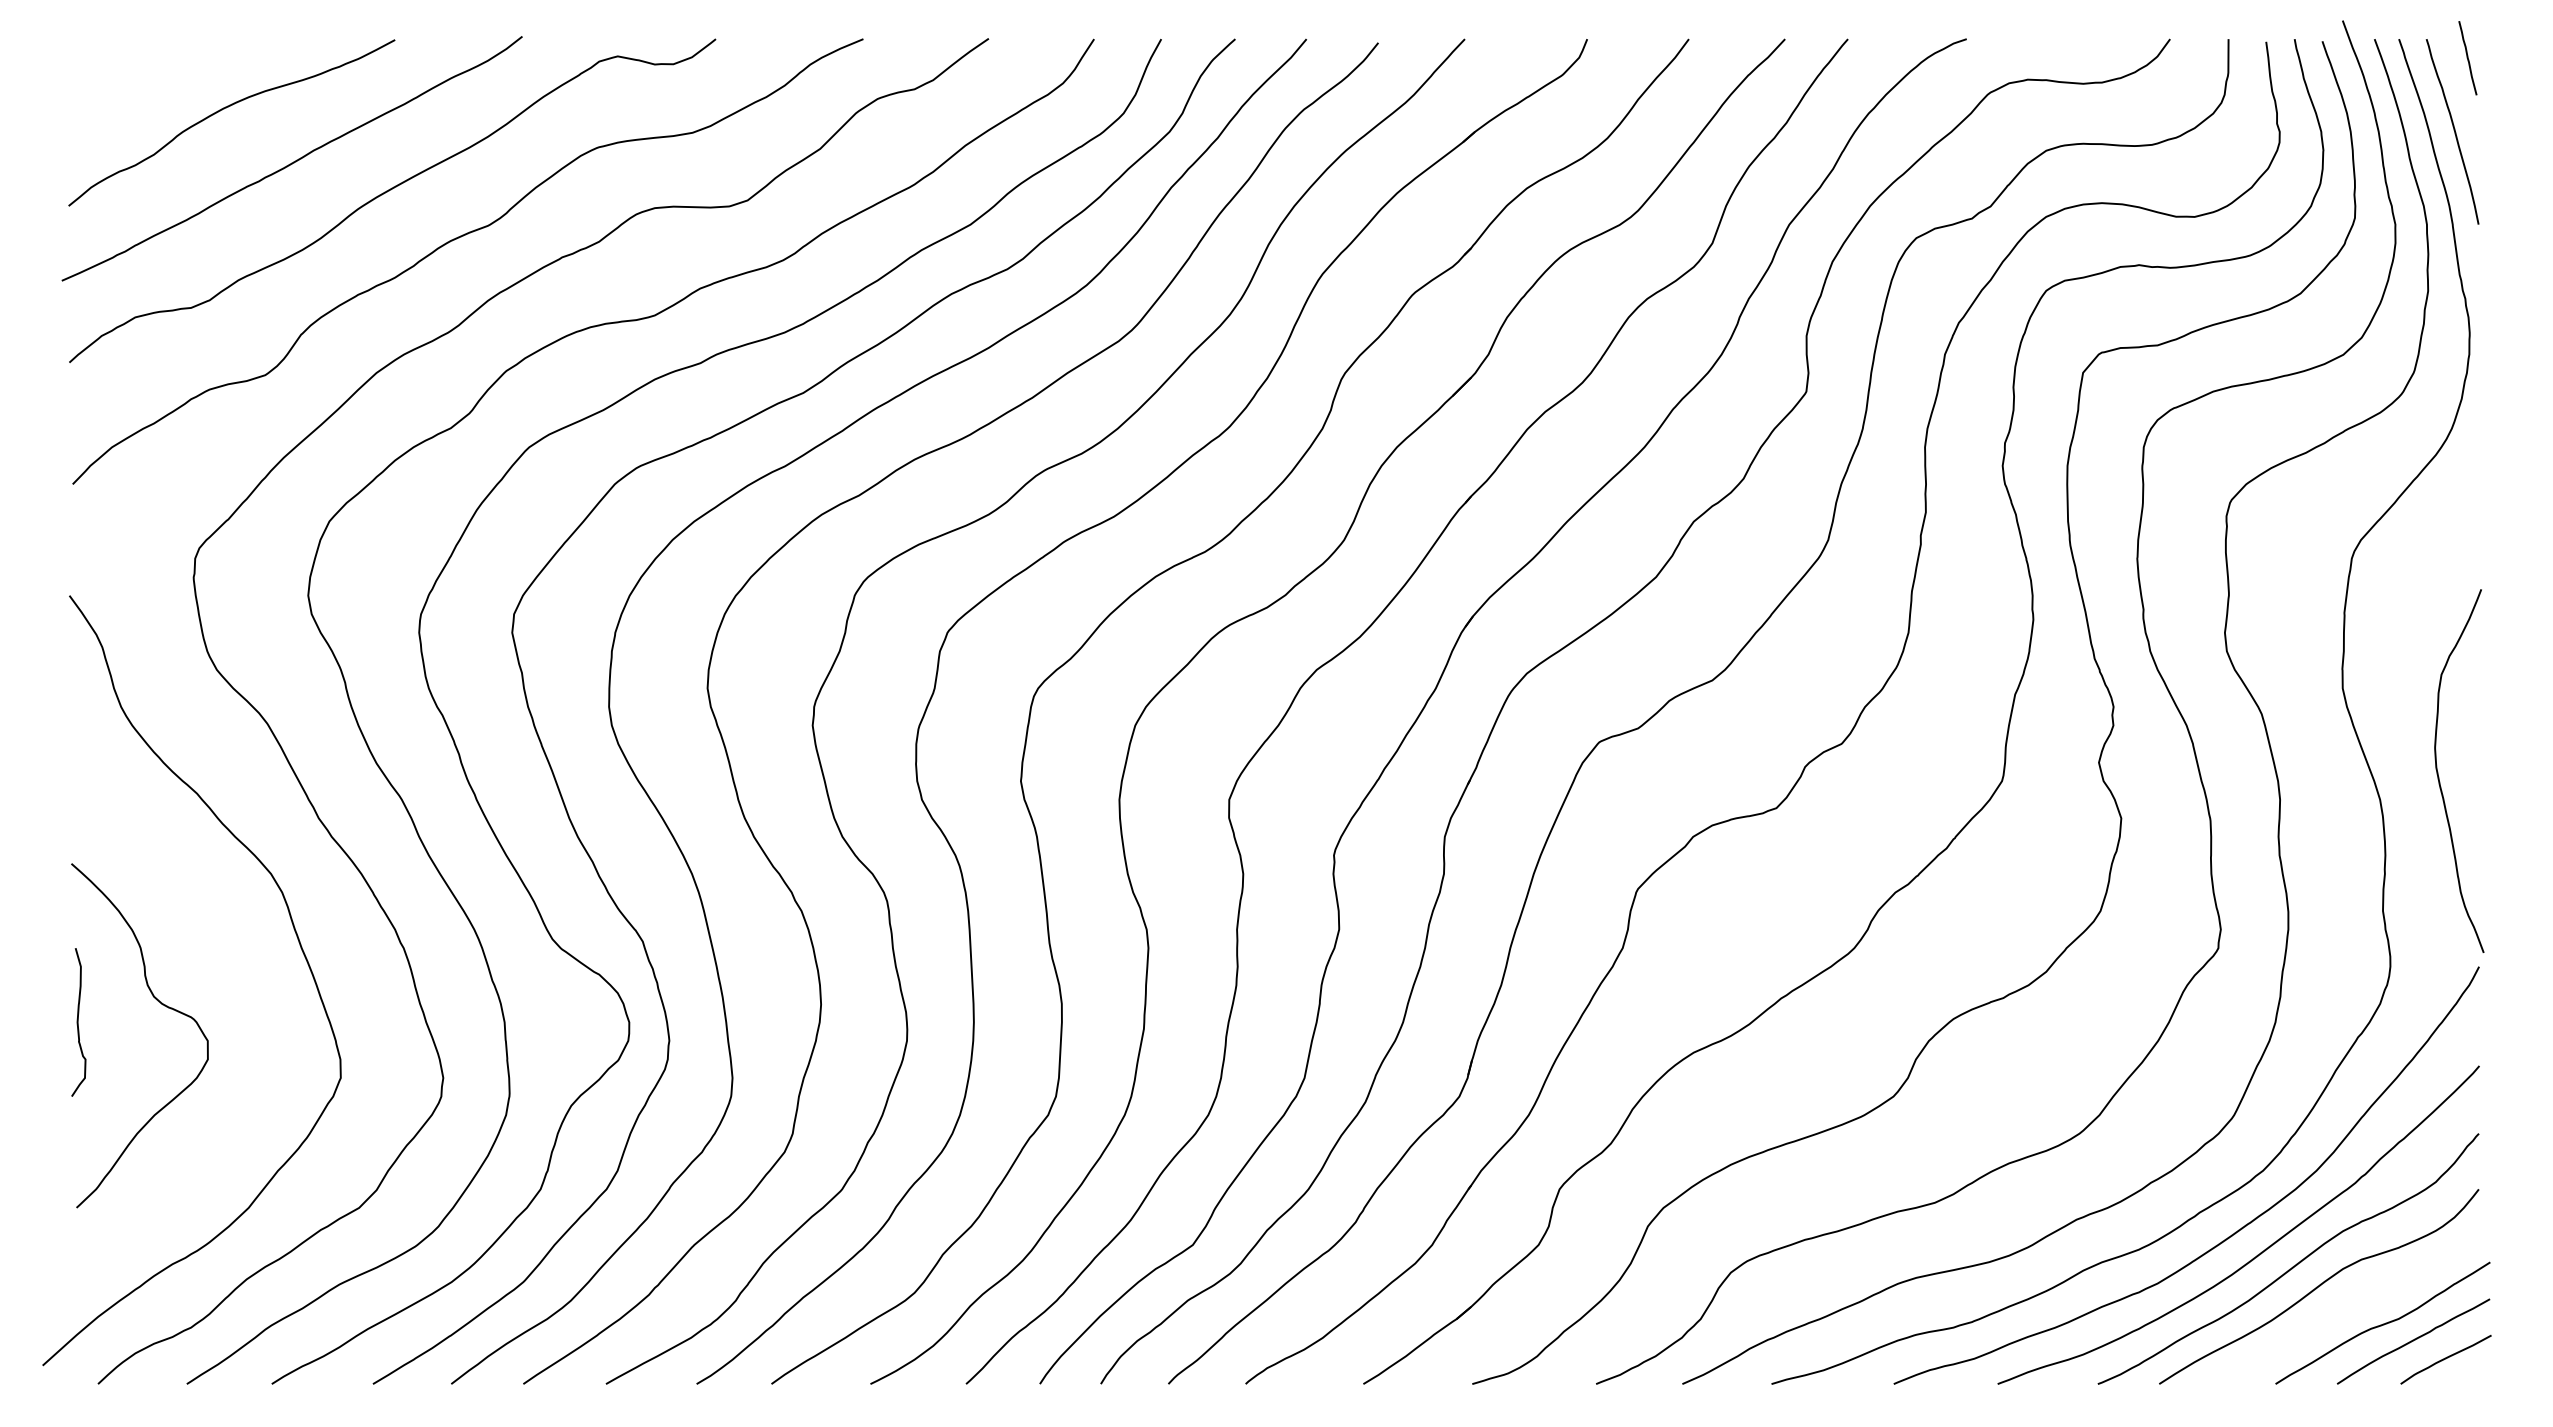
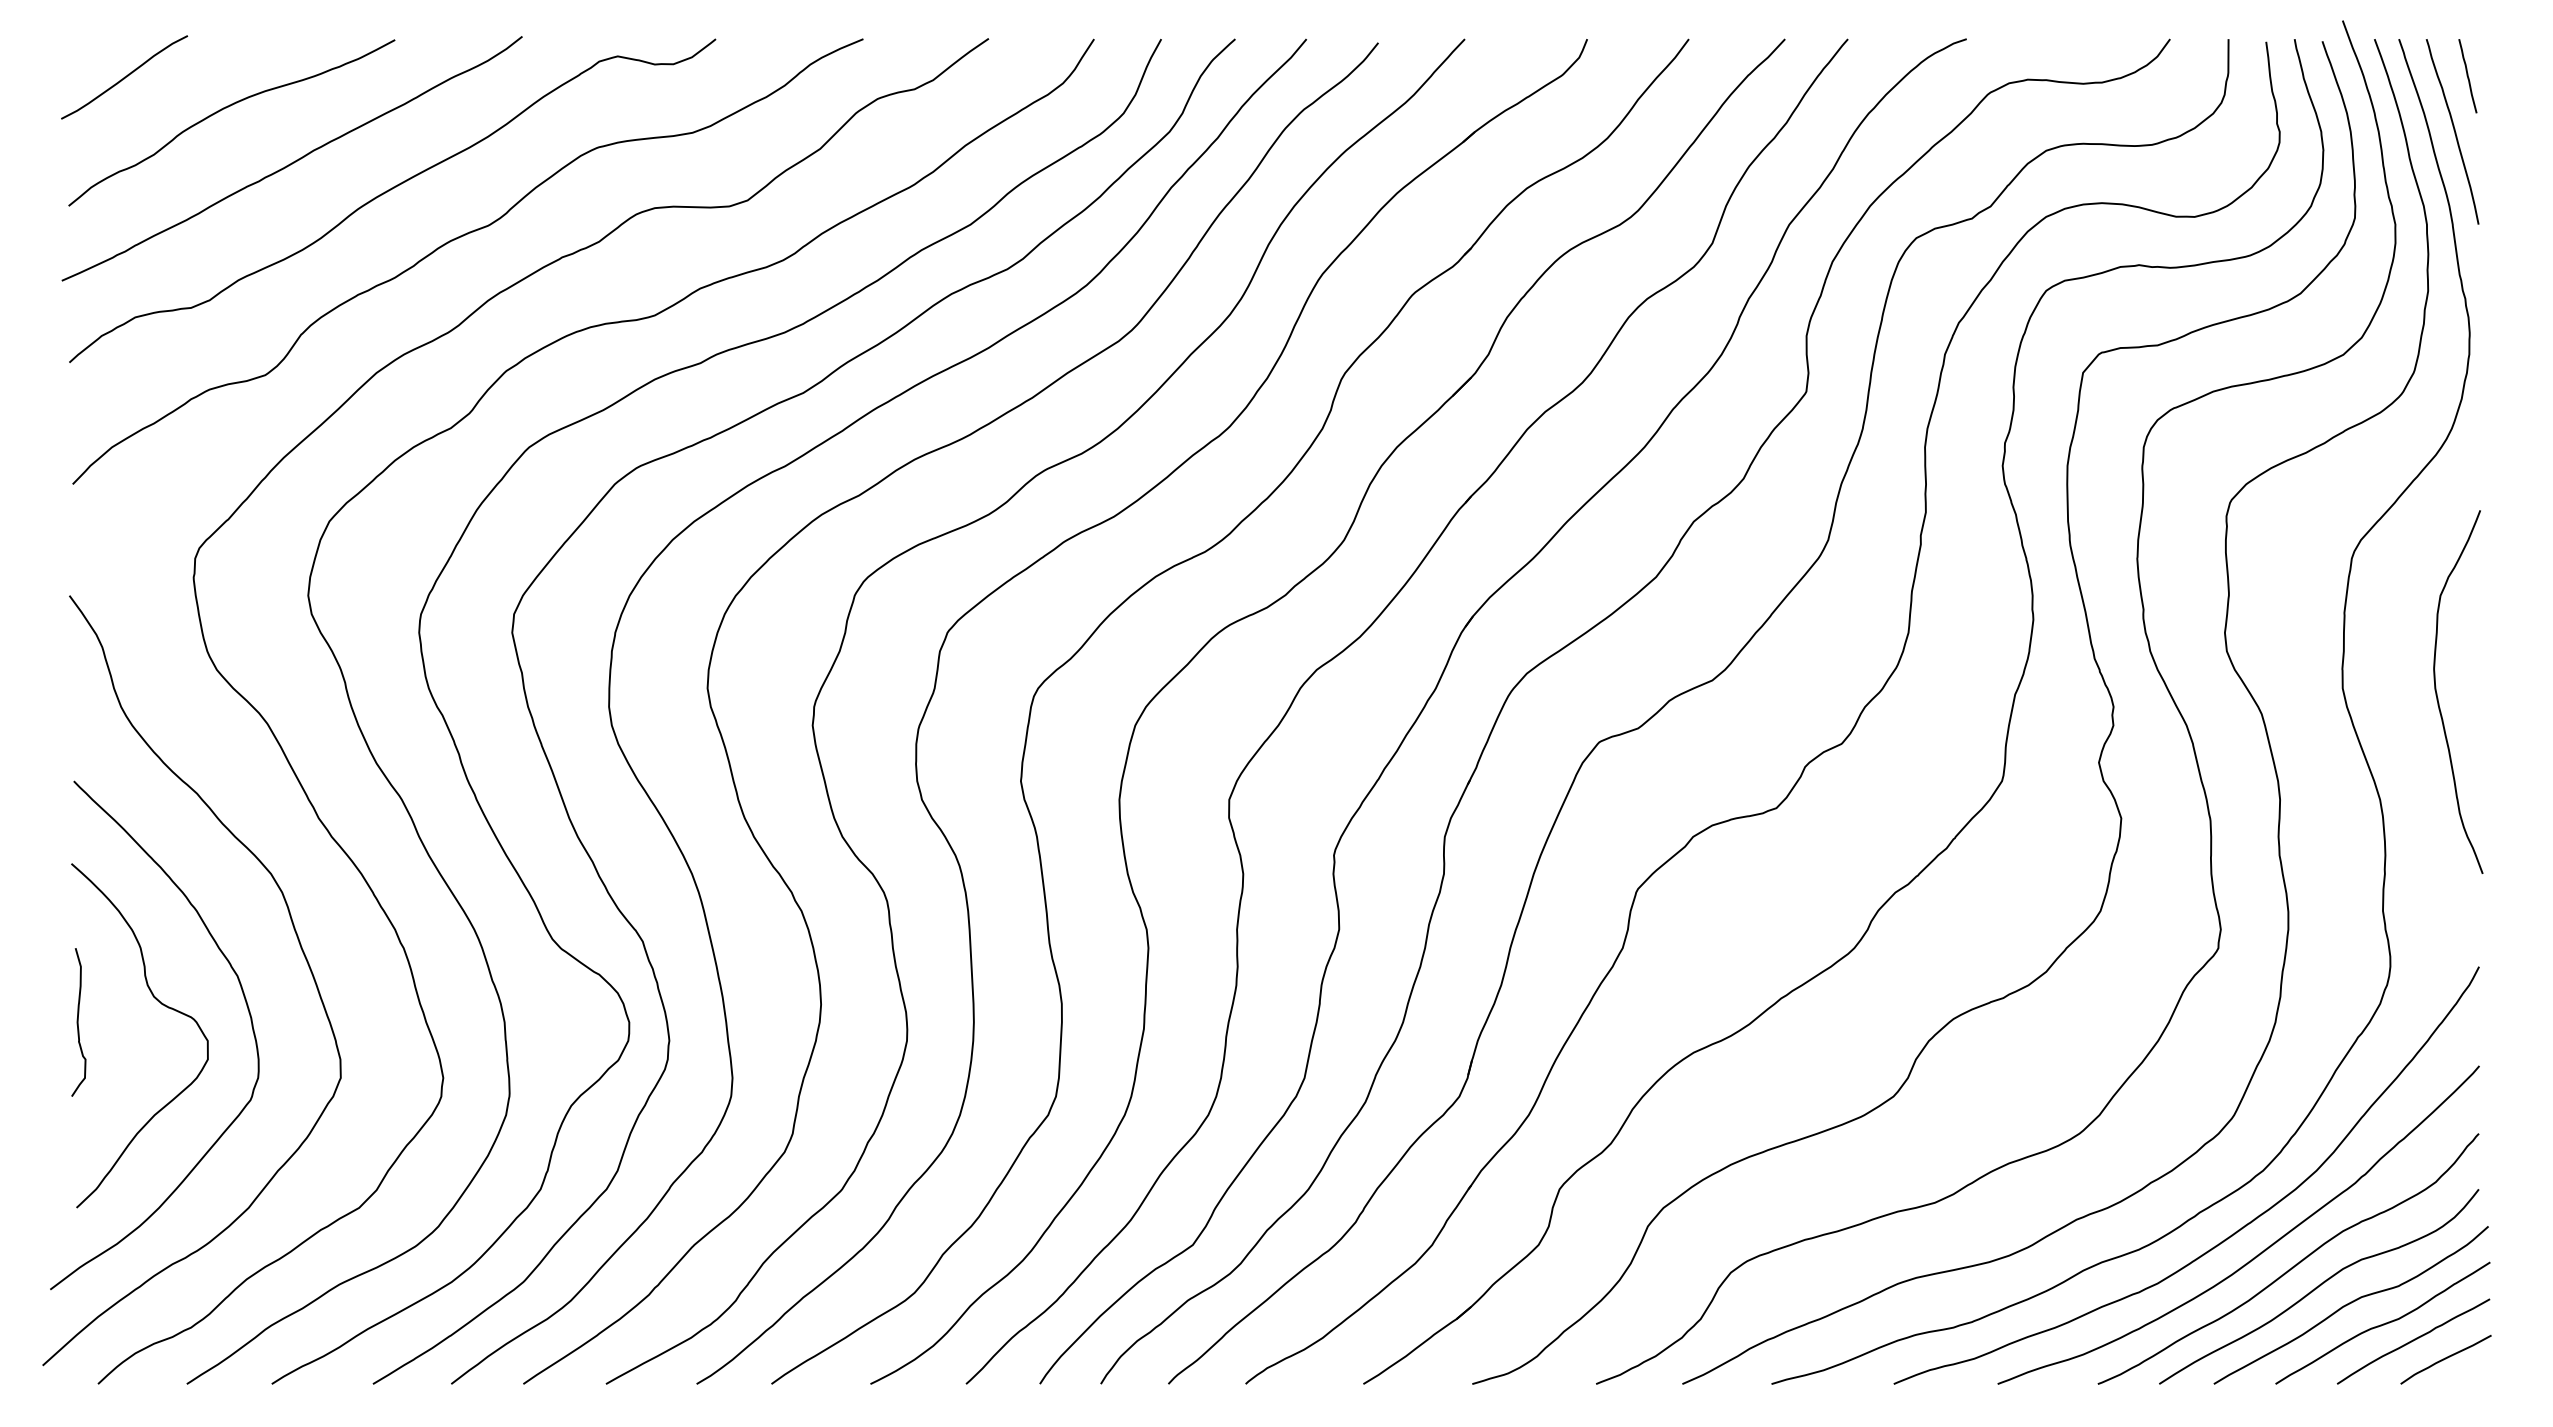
line at (2467, 58) position: (2467, 58) -> (2467, 76)
curve at (124, 77): none -> present
curve at (2438, 772) position: (2438, 772) -> (2437, 693)
curve at (245, 1003): none -> present
curve at (2349, 1304): none -> present
